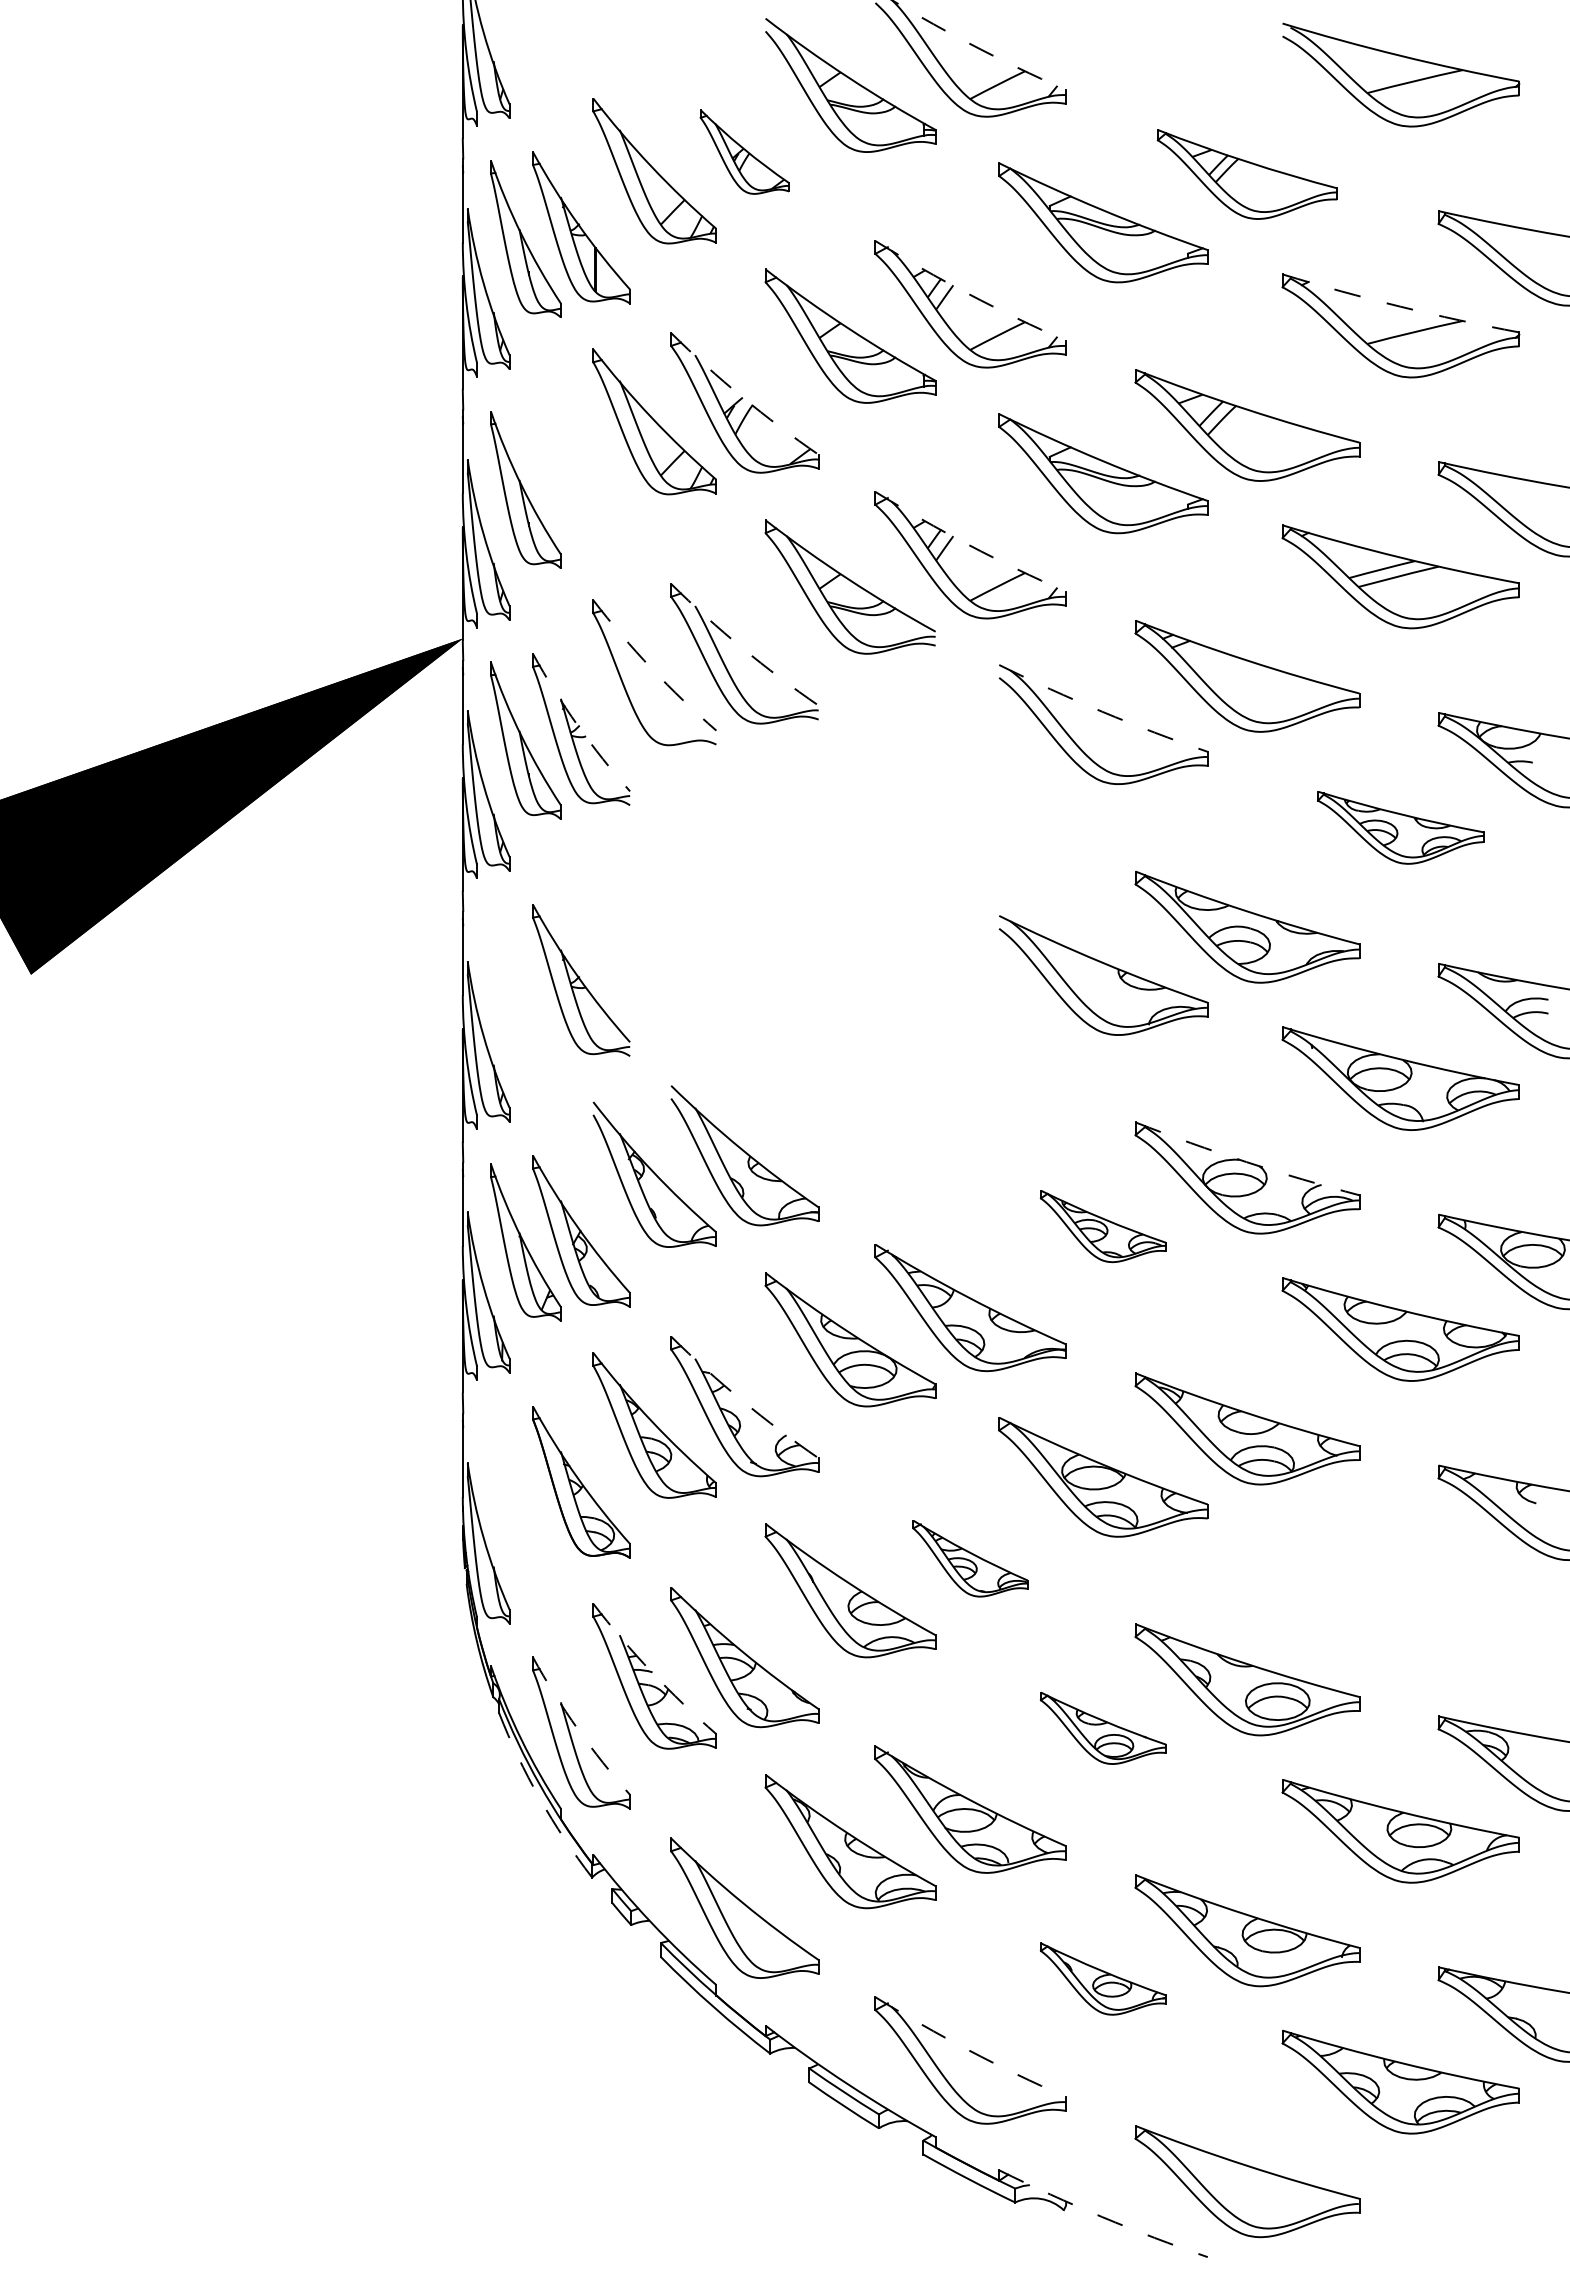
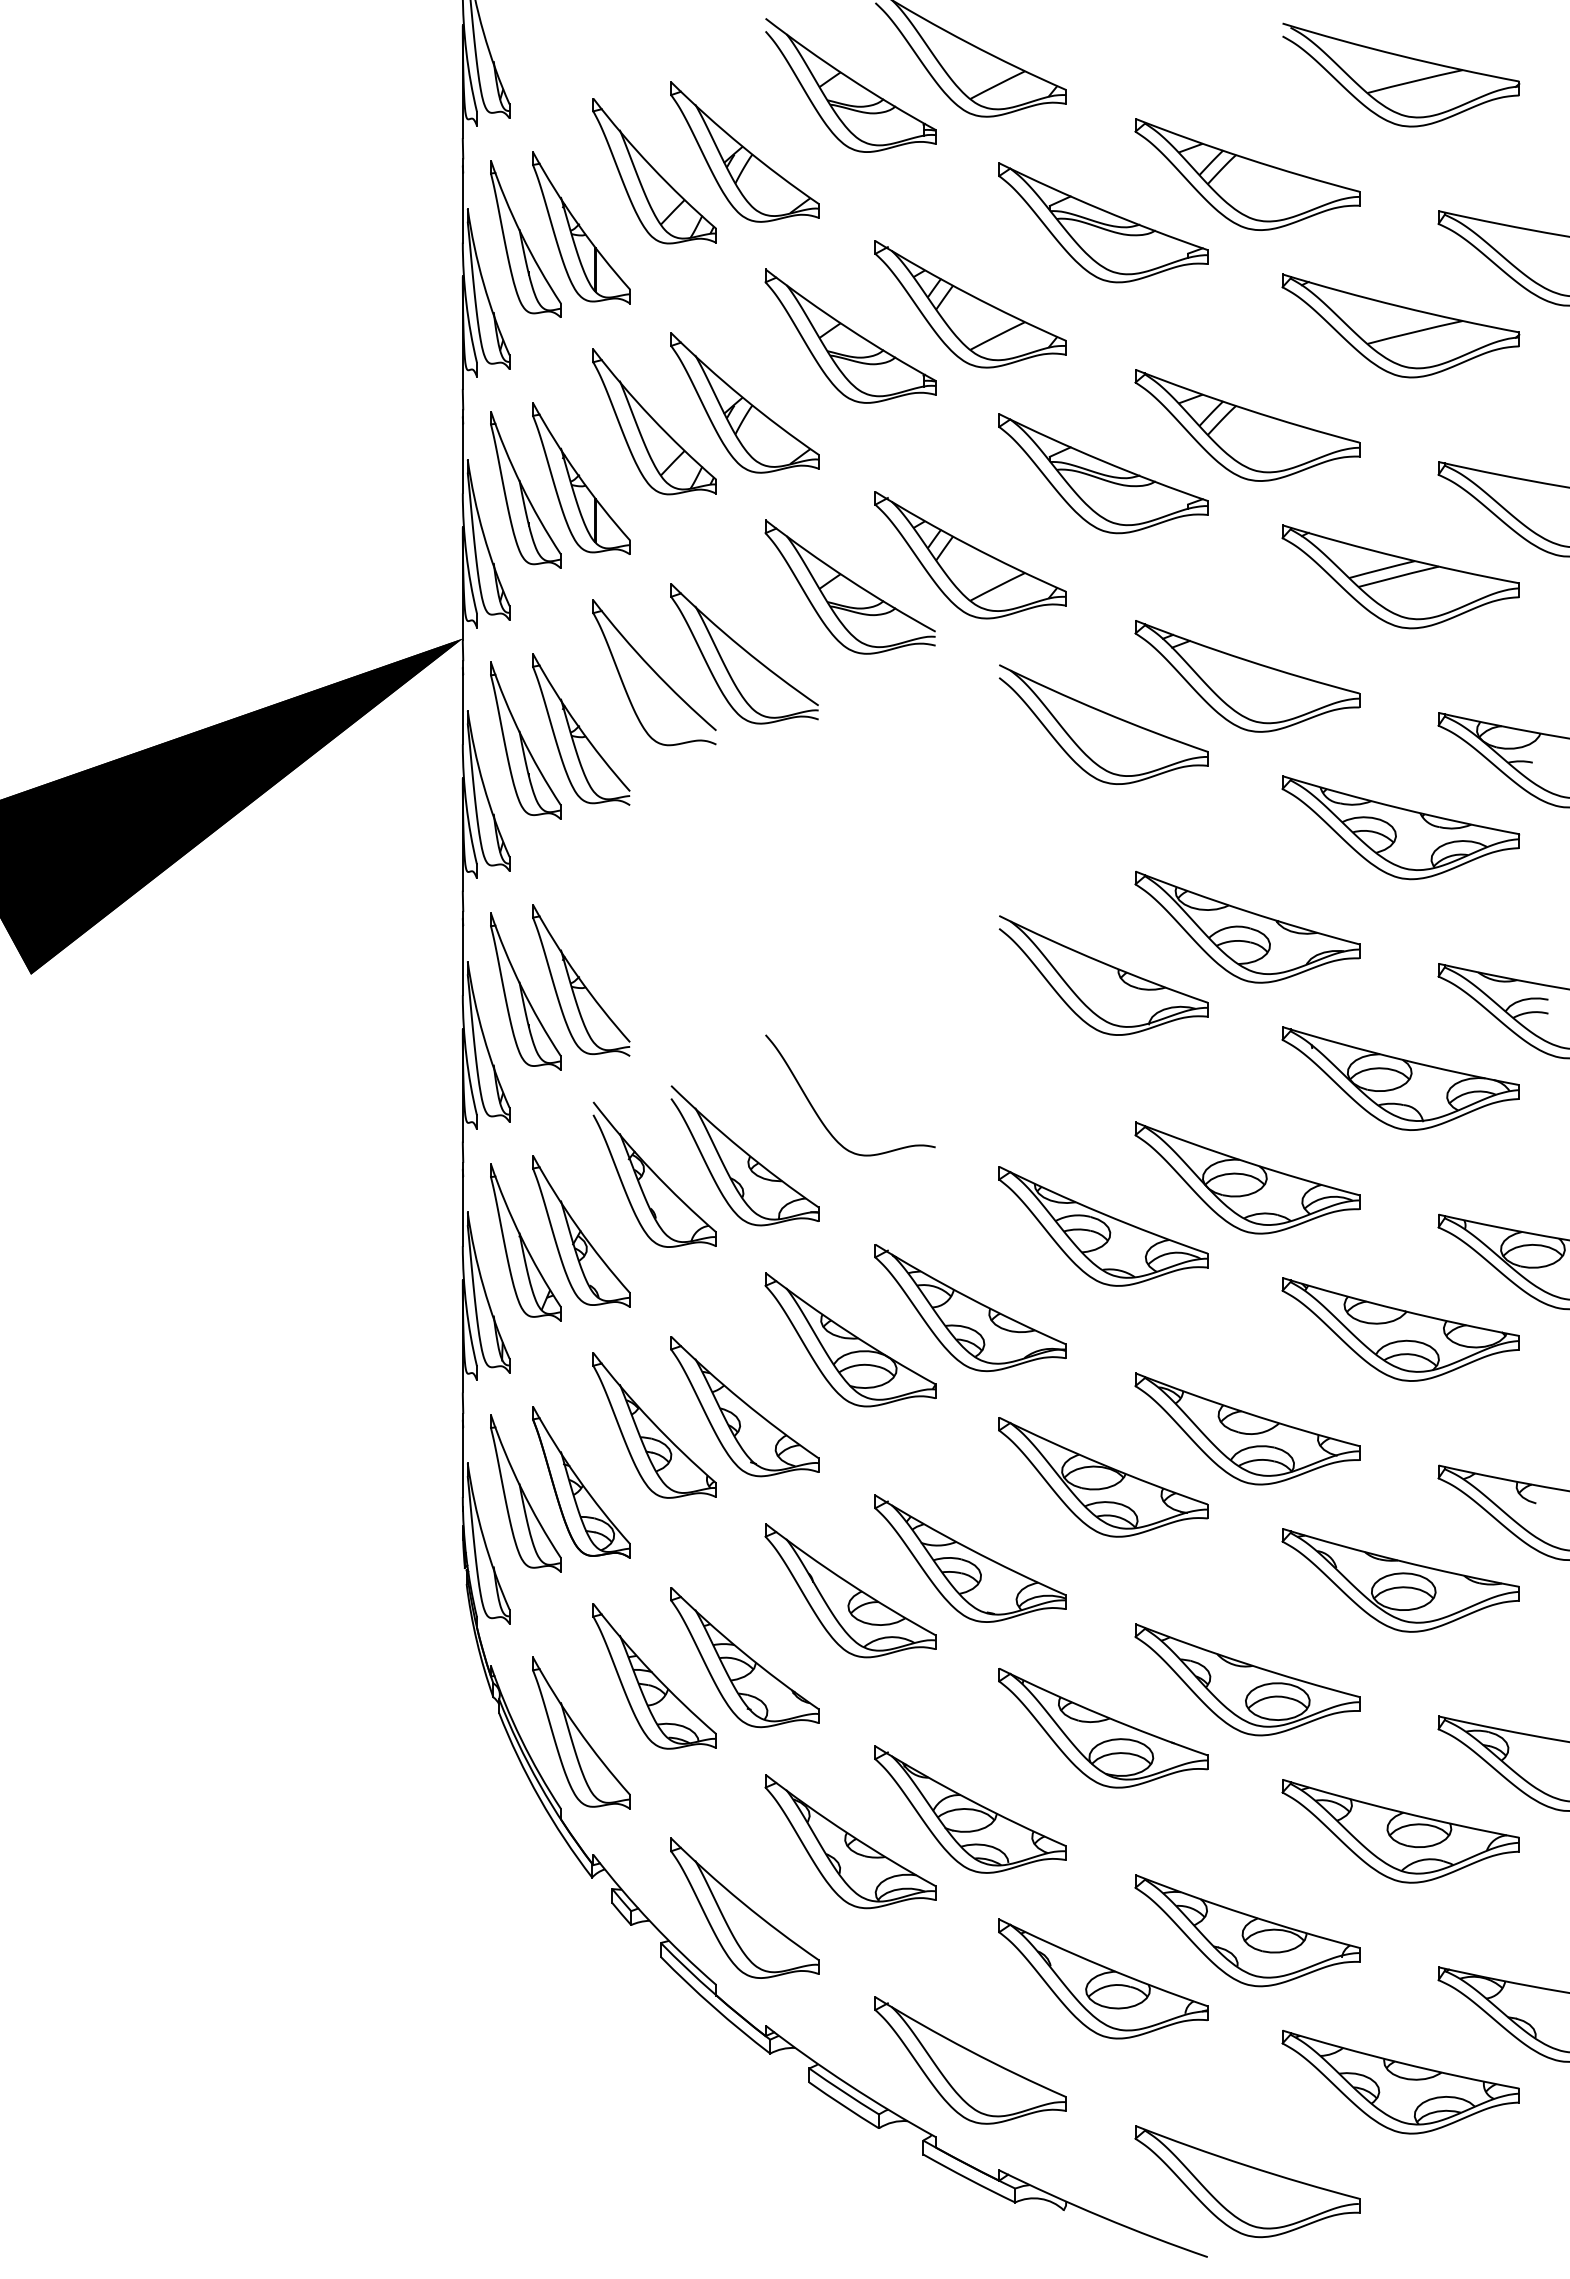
arc at (977, 47): dashed -> solid
part at (744, 151) size: 91x86 px -> 150x142 px
part at (1246, 174) size: 182x91 px -> 227x113 px
arc at (968, 294): dashed -> solid
arc at (1400, 306): dashed -> solid
arc at (742, 397): dashed -> solid
part at (581, 478): none -> present
arc at (968, 545): dashed -> solid
arc at (742, 648): dashed -> solid
arc at (651, 668): dashed -> solid
arc at (1102, 711): dashed -> solid
arc at (577, 725): dashed -> solid
part at (1400, 827) size: 168x74 px -> 240x106 px
part at (525, 991): none -> present
curve at (818, 1114): none -> present
arc at (1246, 1162): dashed -> solid
part at (1102, 1226) size: 128x74 px -> 211x121 px
arc at (742, 1400): dashed -> solid
part at (525, 1493): none -> present
part at (970, 1558) size: 117x78 px -> 193x129 px
part at (1400, 1580): none -> present
arc at (651, 1672): dashed -> solid
part at (1103, 1727) size: 127x74 px -> 211x121 px
arc at (577, 1728): dashed -> solid
arc at (539, 1798): dashed -> solid
part at (1102, 1978) size: 128x74 px -> 211x122 px
arc at (968, 2050): dashed -> solid
arc at (1102, 2217): dashed -> solid
